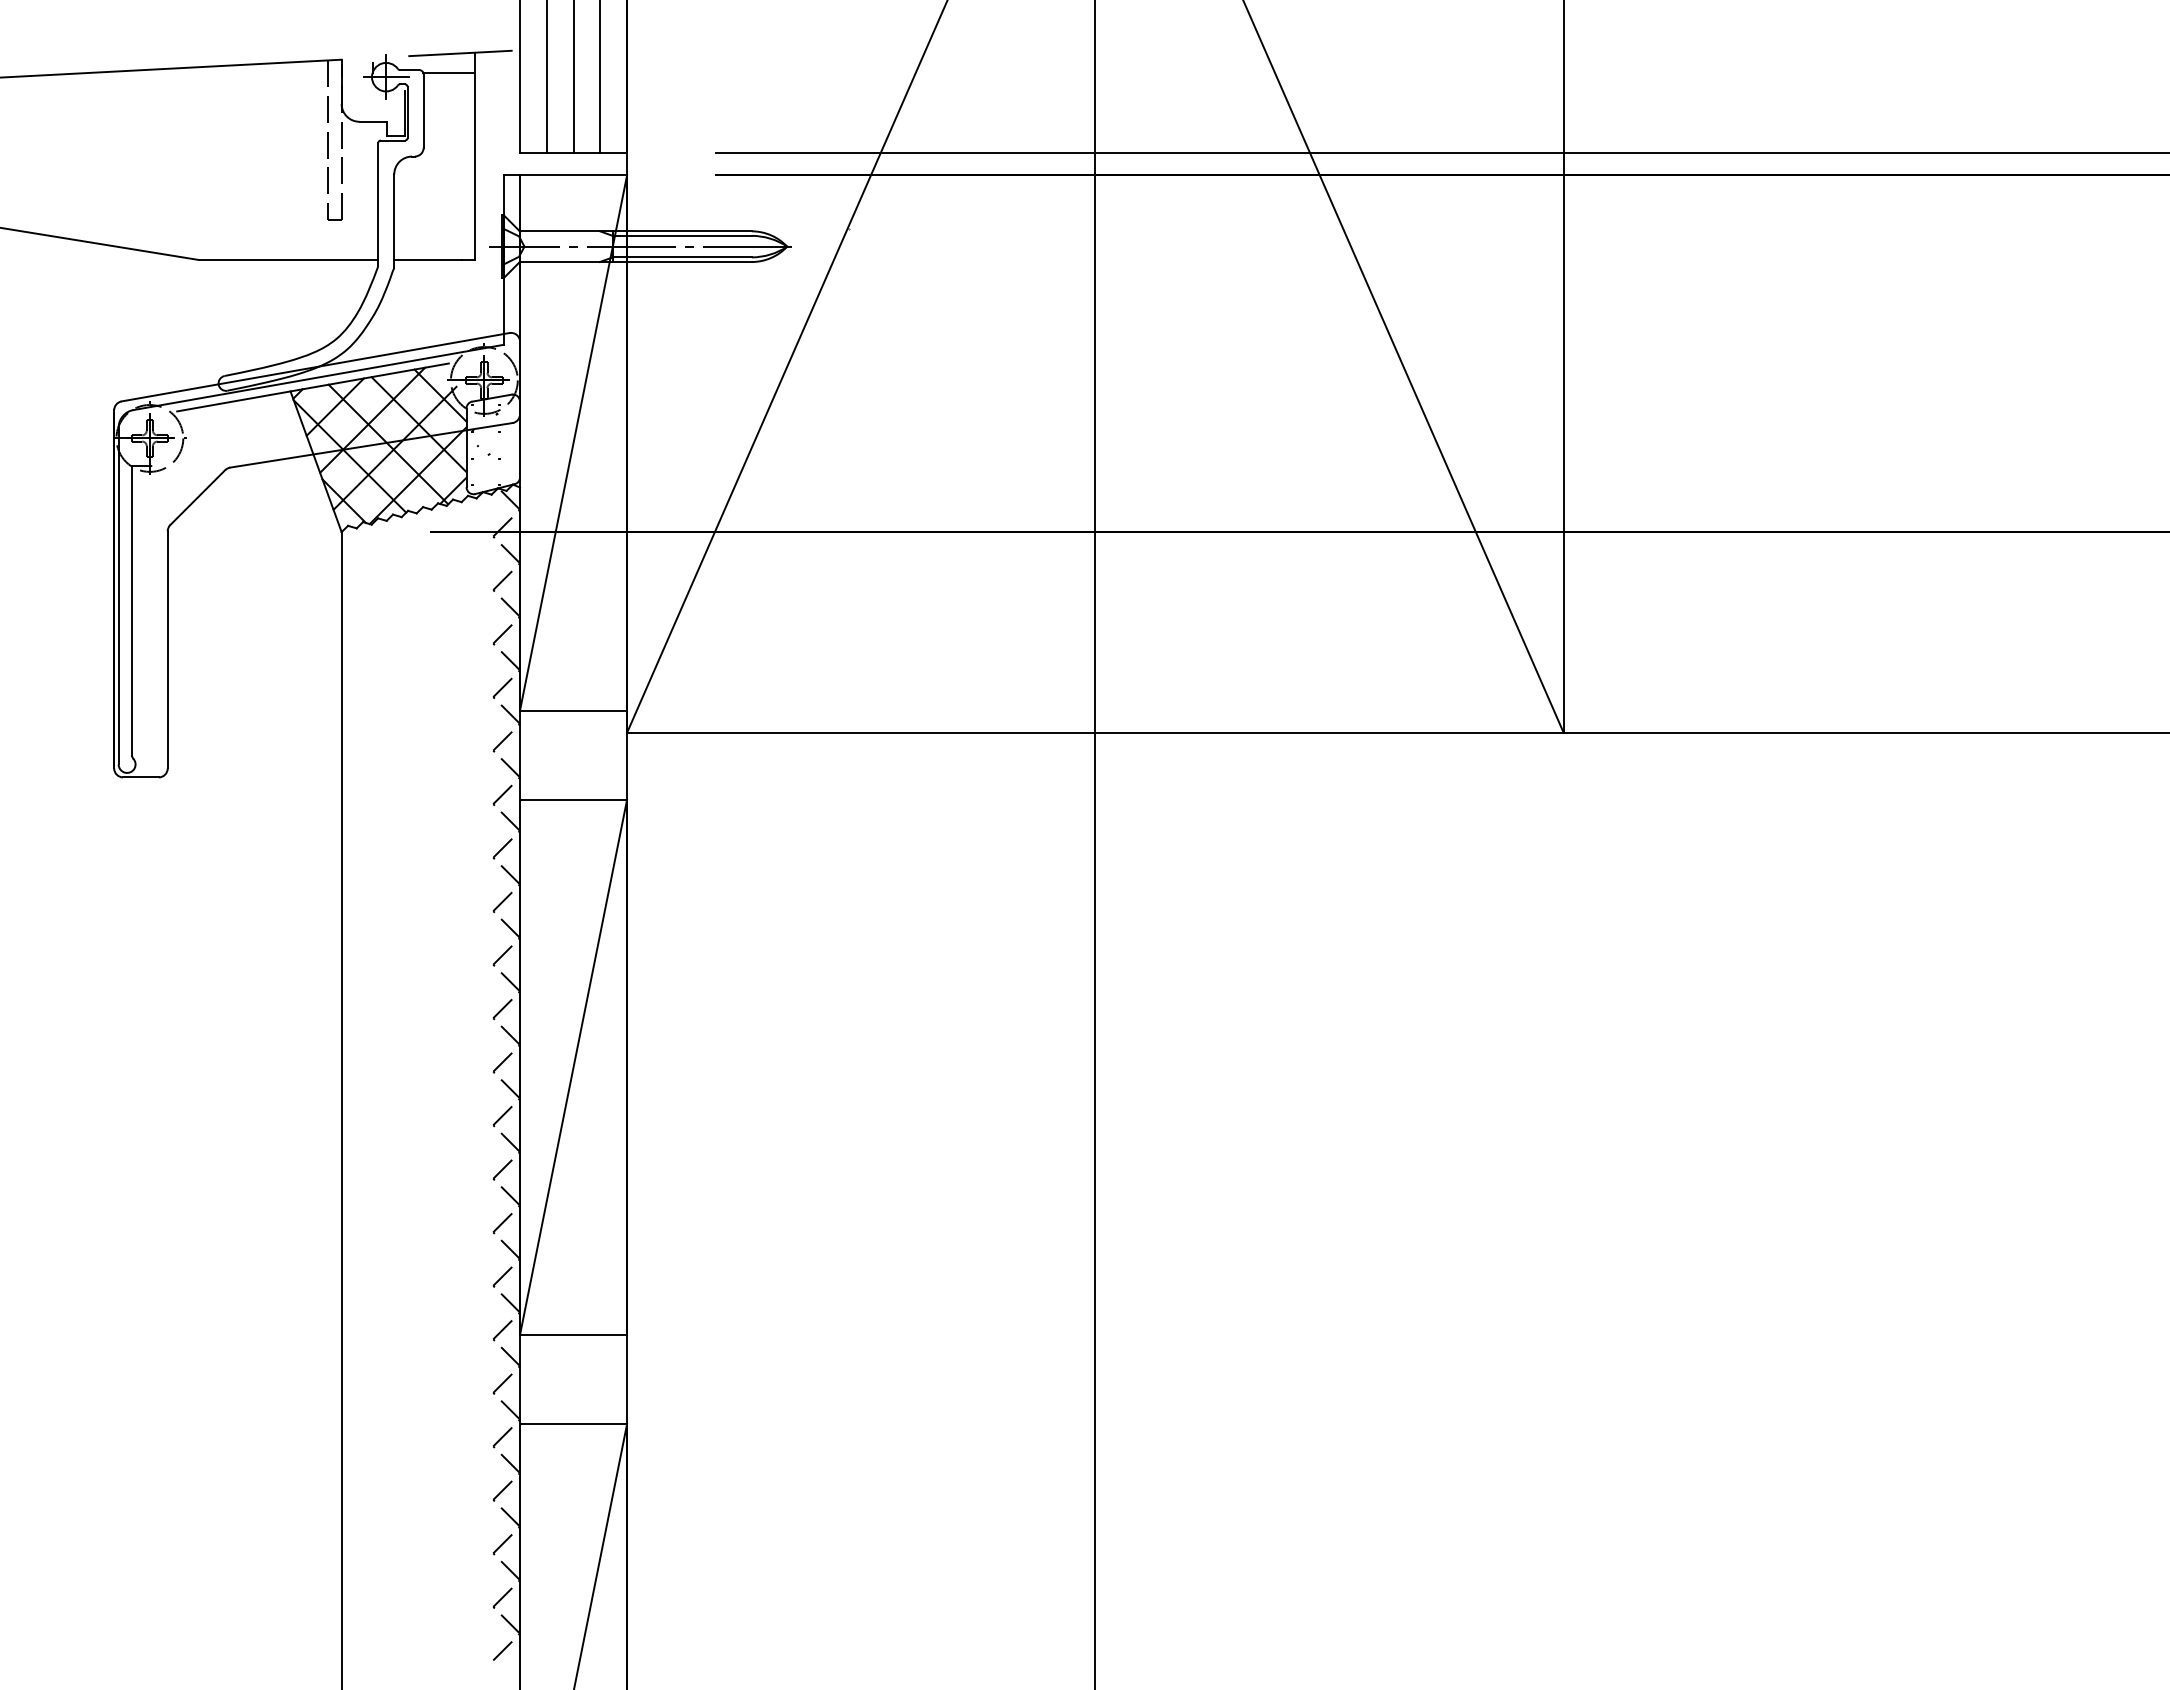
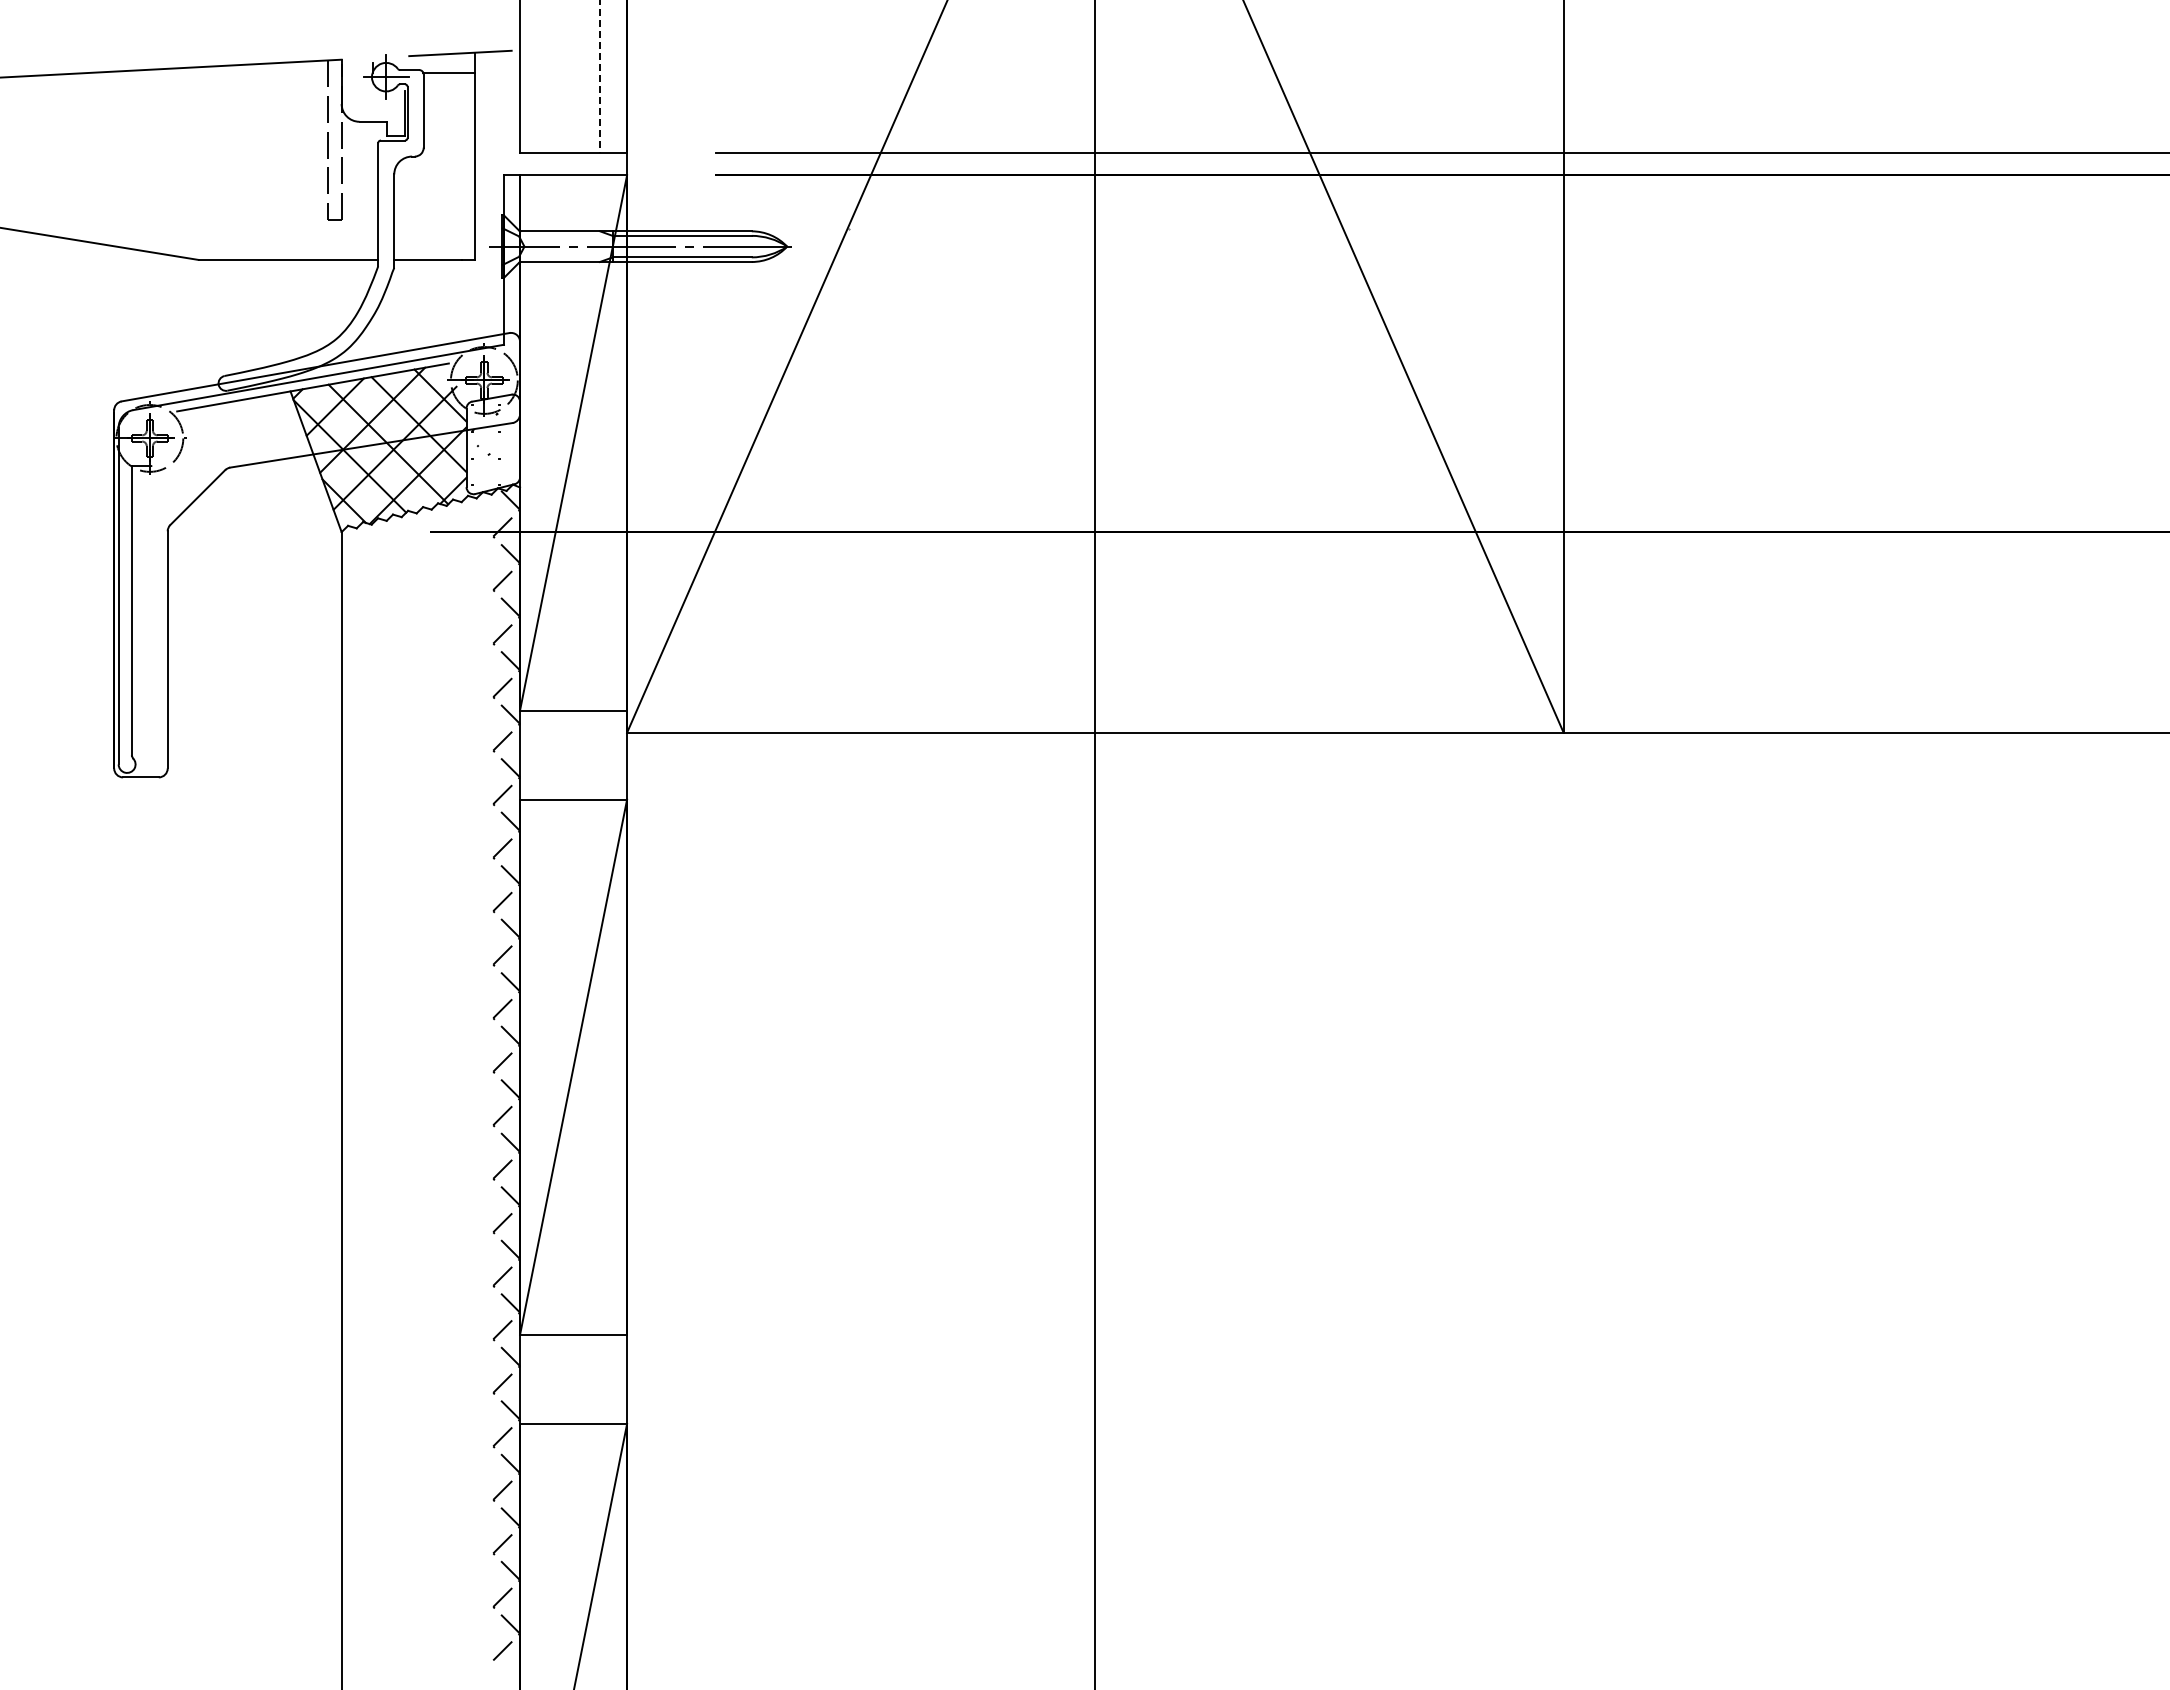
line at (546, 77): present -> none
line at (573, 77): present -> none
line at (600, 77): solid -> dashed
